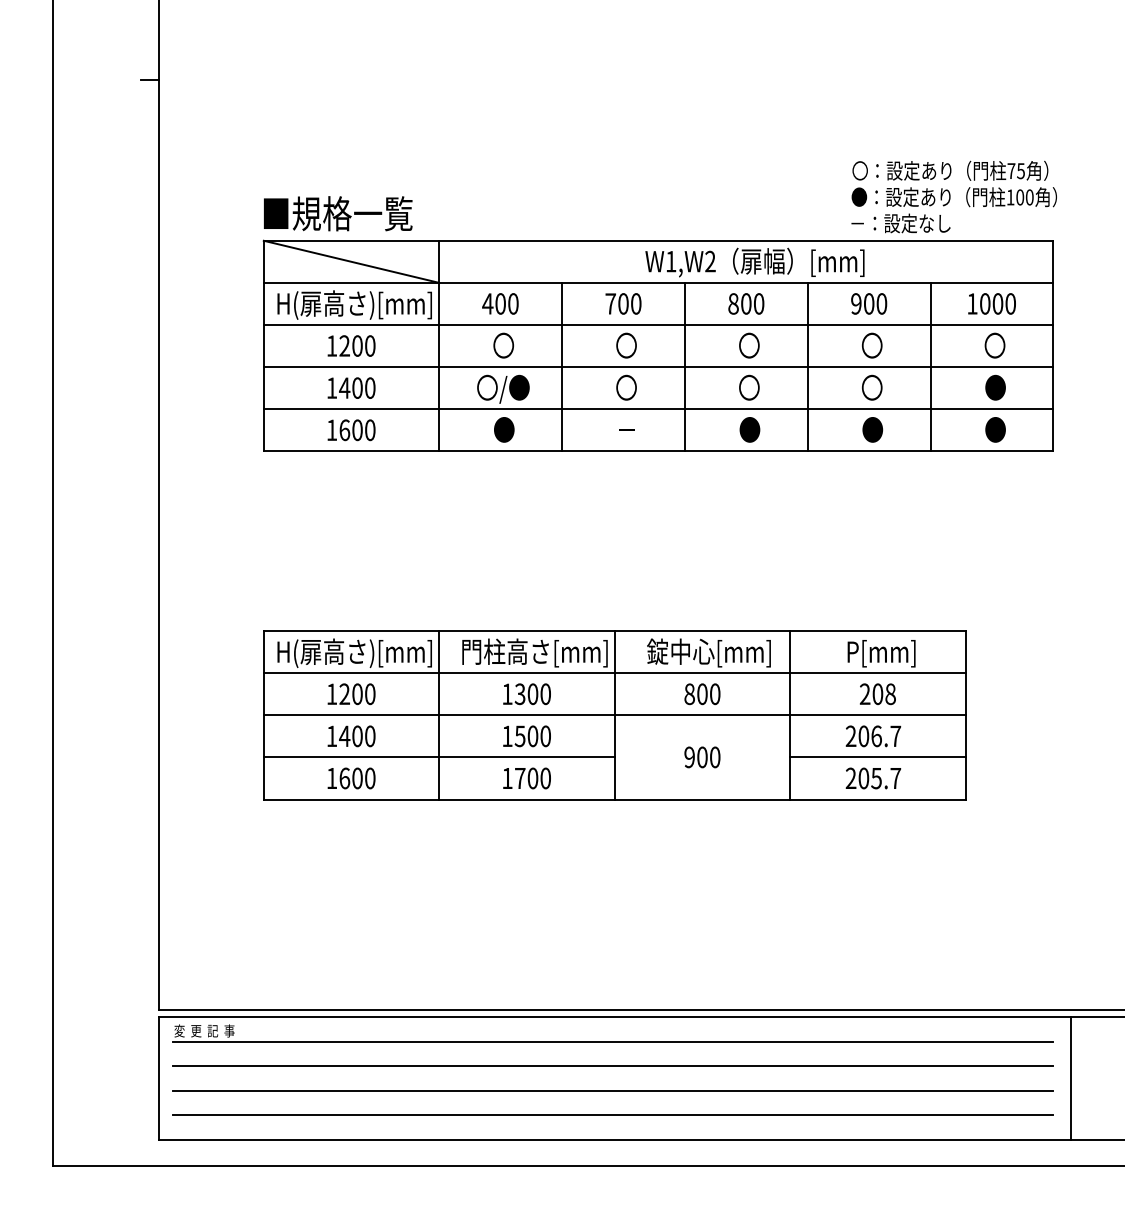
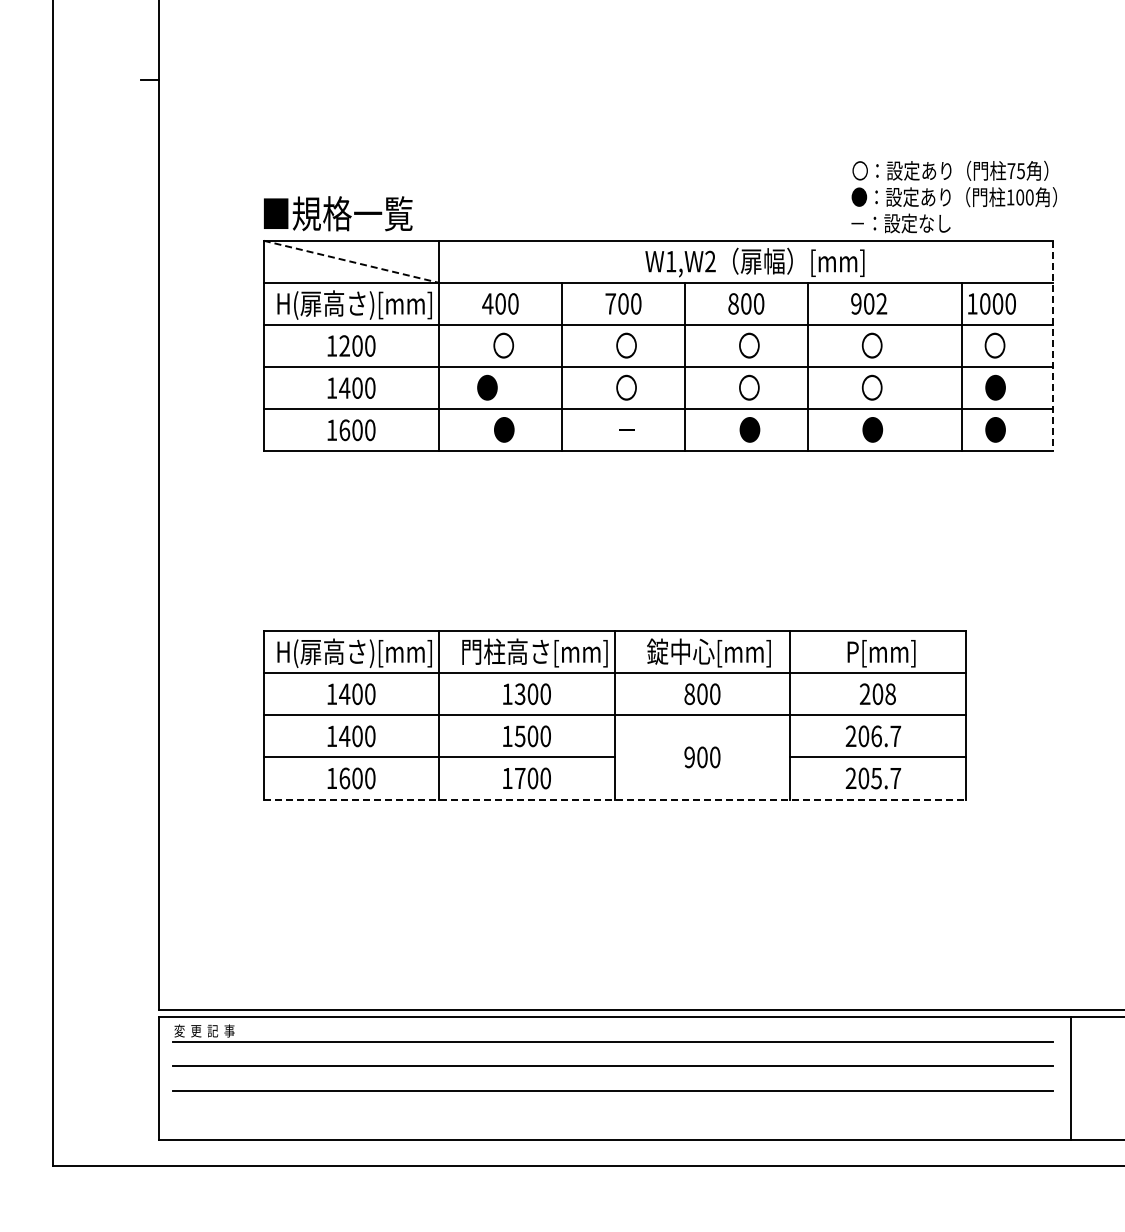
line at (352, 261): solid -> dashed
text at (881, 303): 900 -> 902
line at (1053, 346): solid -> dashed
line at (930, 366) position: (930, 366) -> (961, 366)
text at (503, 388): 〇/● -> ●
text at (344, 693): 1200 -> 1400
line at (614, 799): solid -> dashed
line at (613, 1115): present -> none
